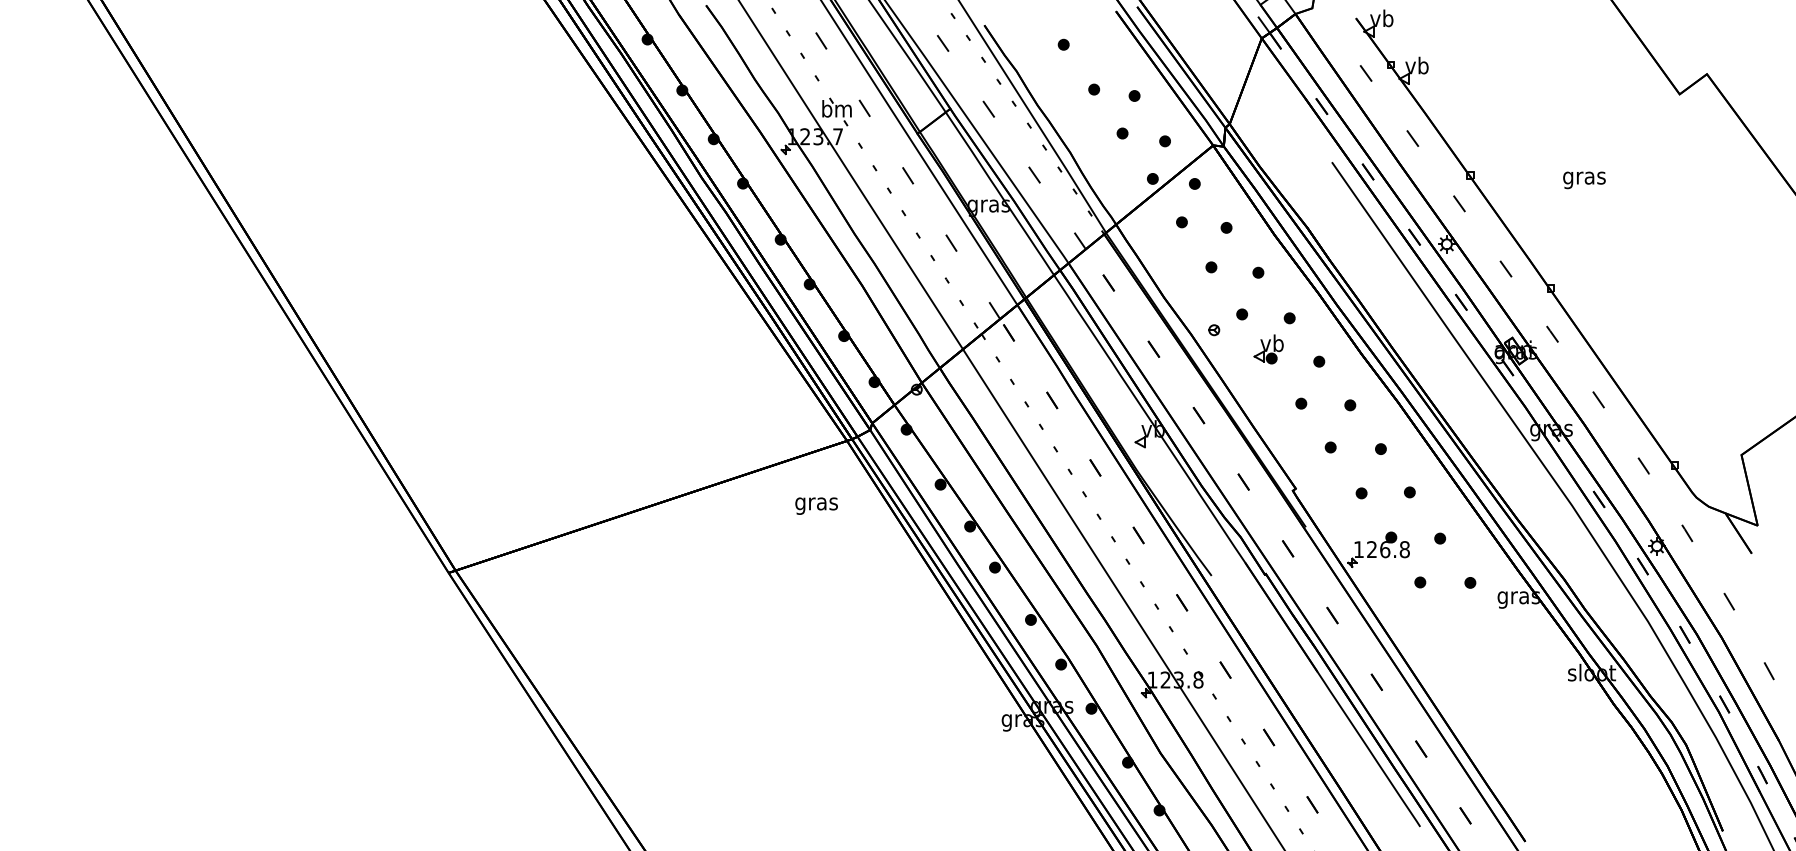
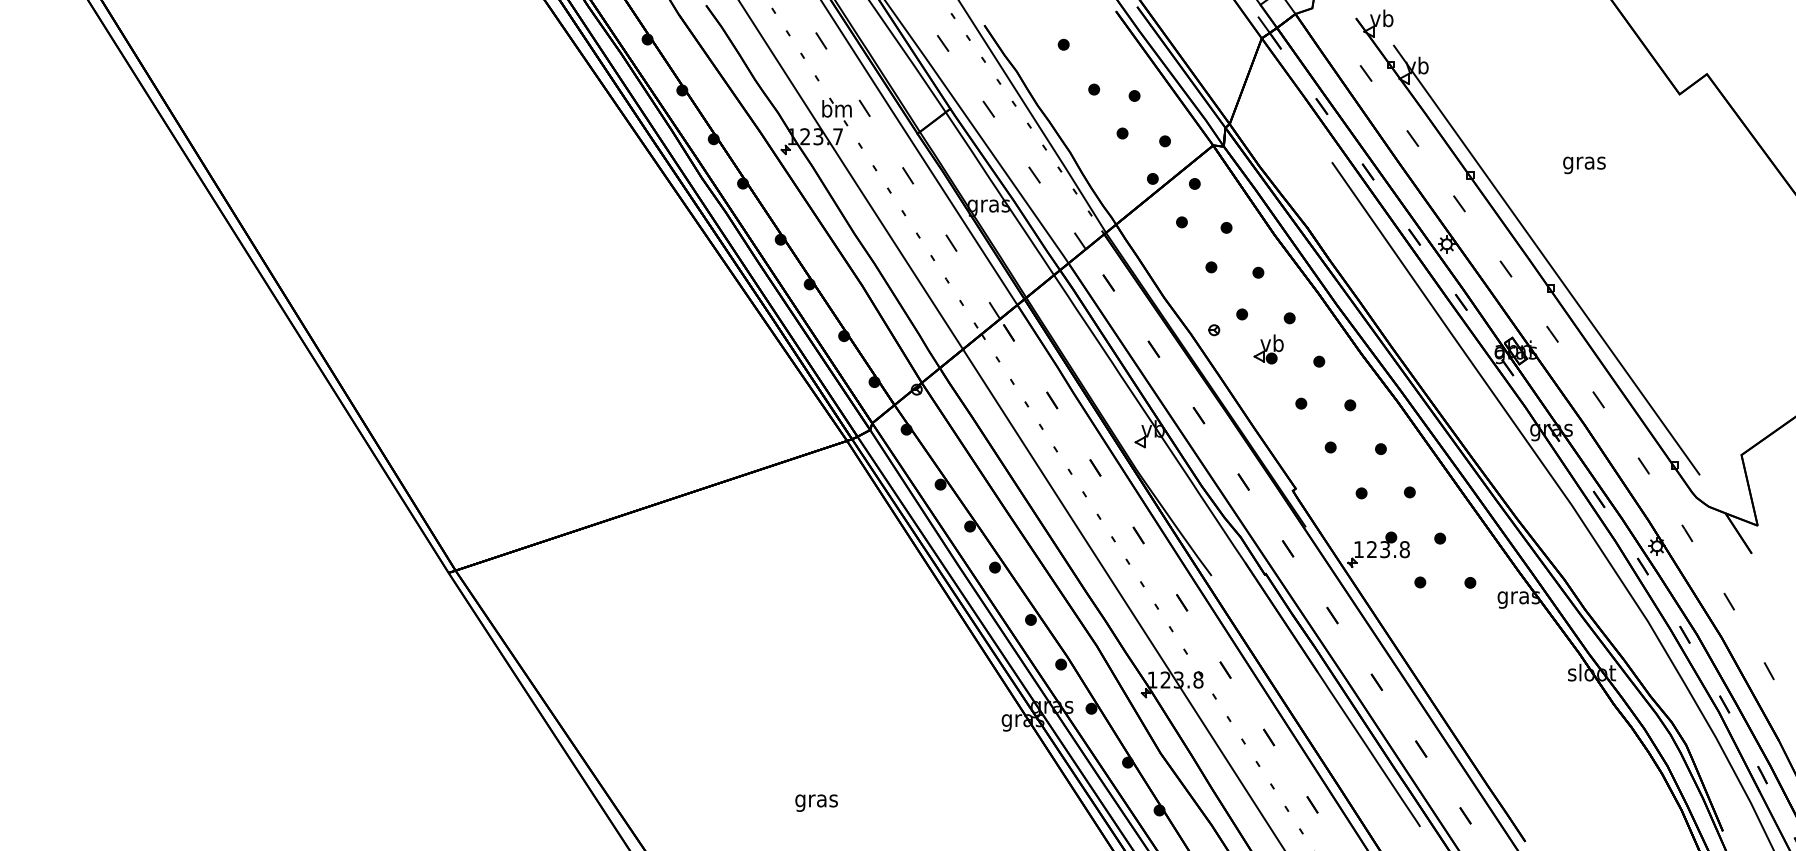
text at (1584, 180) position: (1584, 180) -> (1584, 165)
line at (1546, 259): none -> present
text at (816, 505) position: (816, 505) -> (816, 802)
text at (1385, 549): 126.8 -> 123.8
